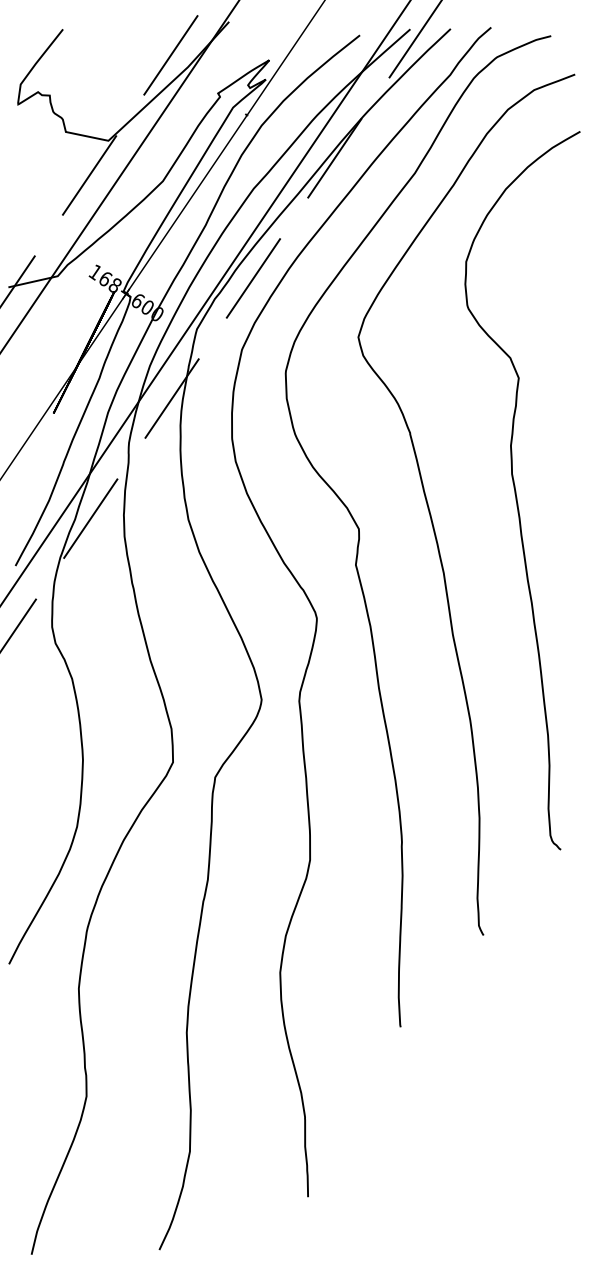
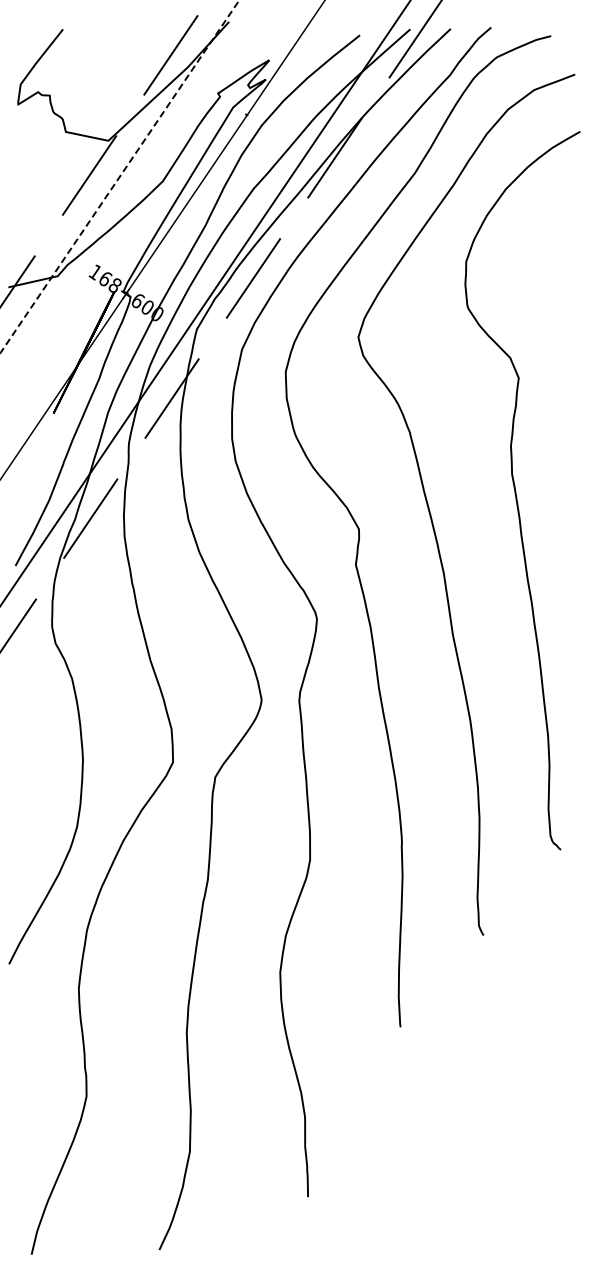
line at (120, 176): solid -> dashed
